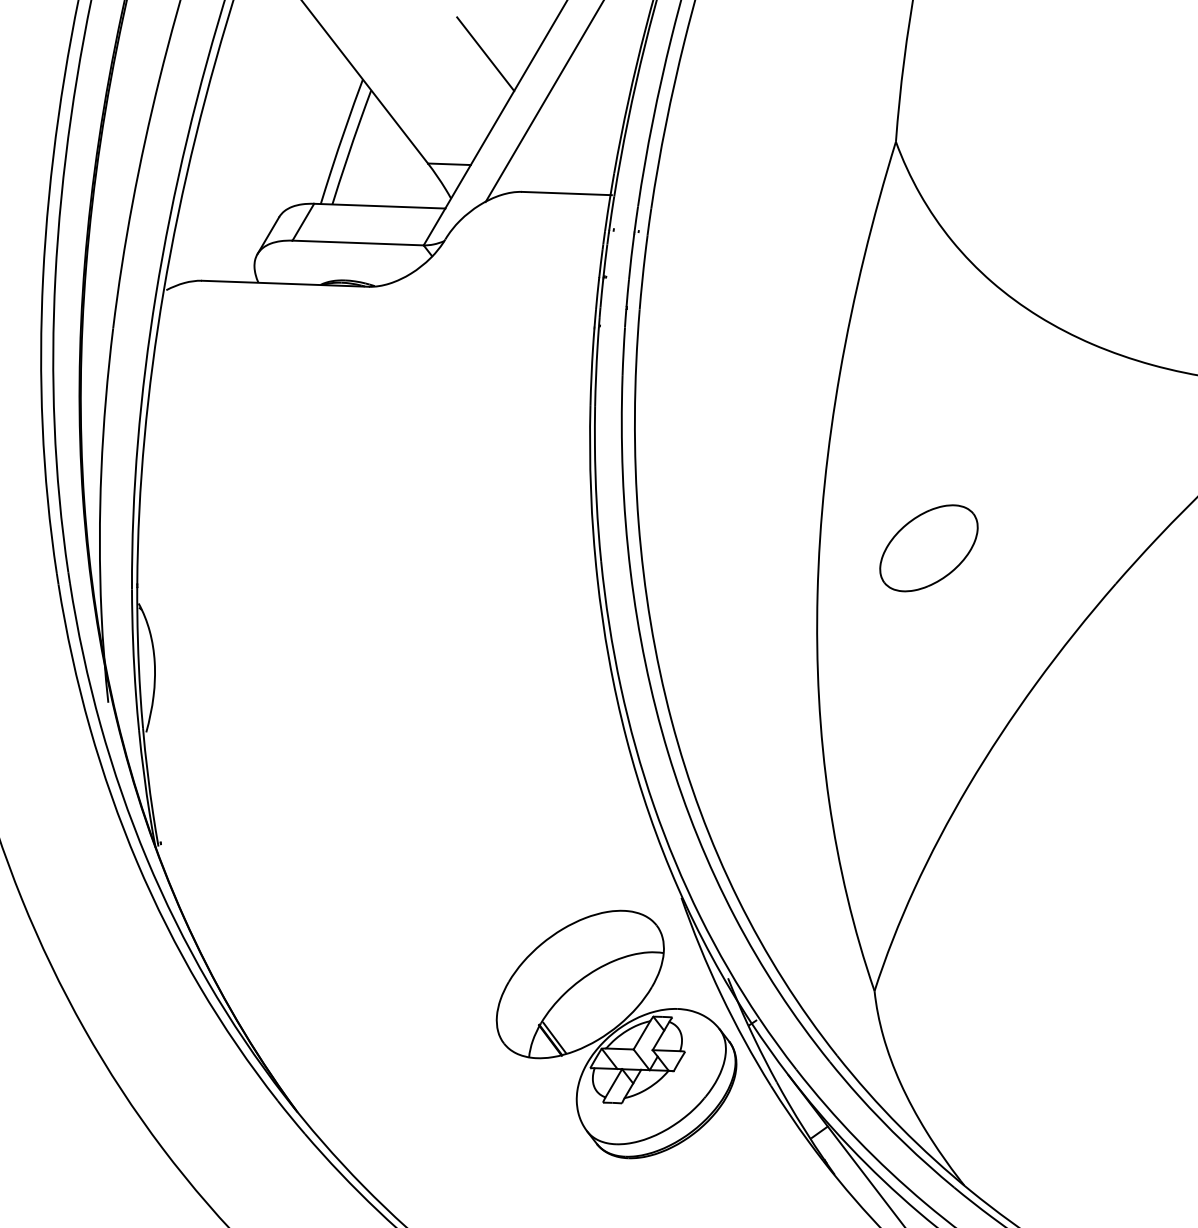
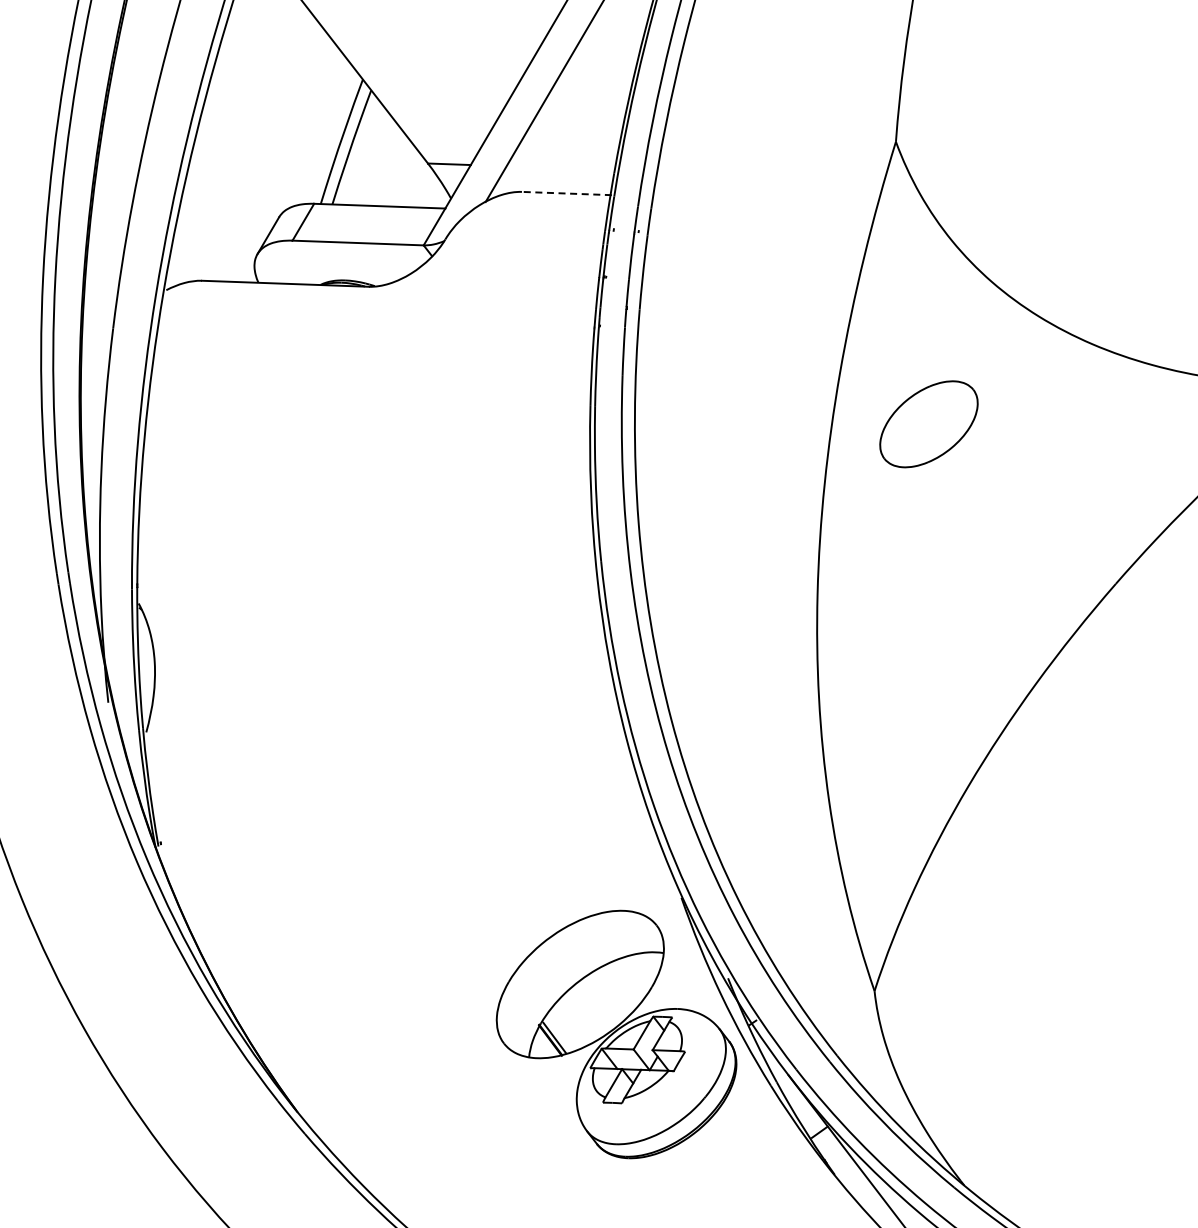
line at (485, 54): present -> none
line at (566, 193): solid -> dashed
part at (928, 548) position: (928, 548) -> (928, 424)
